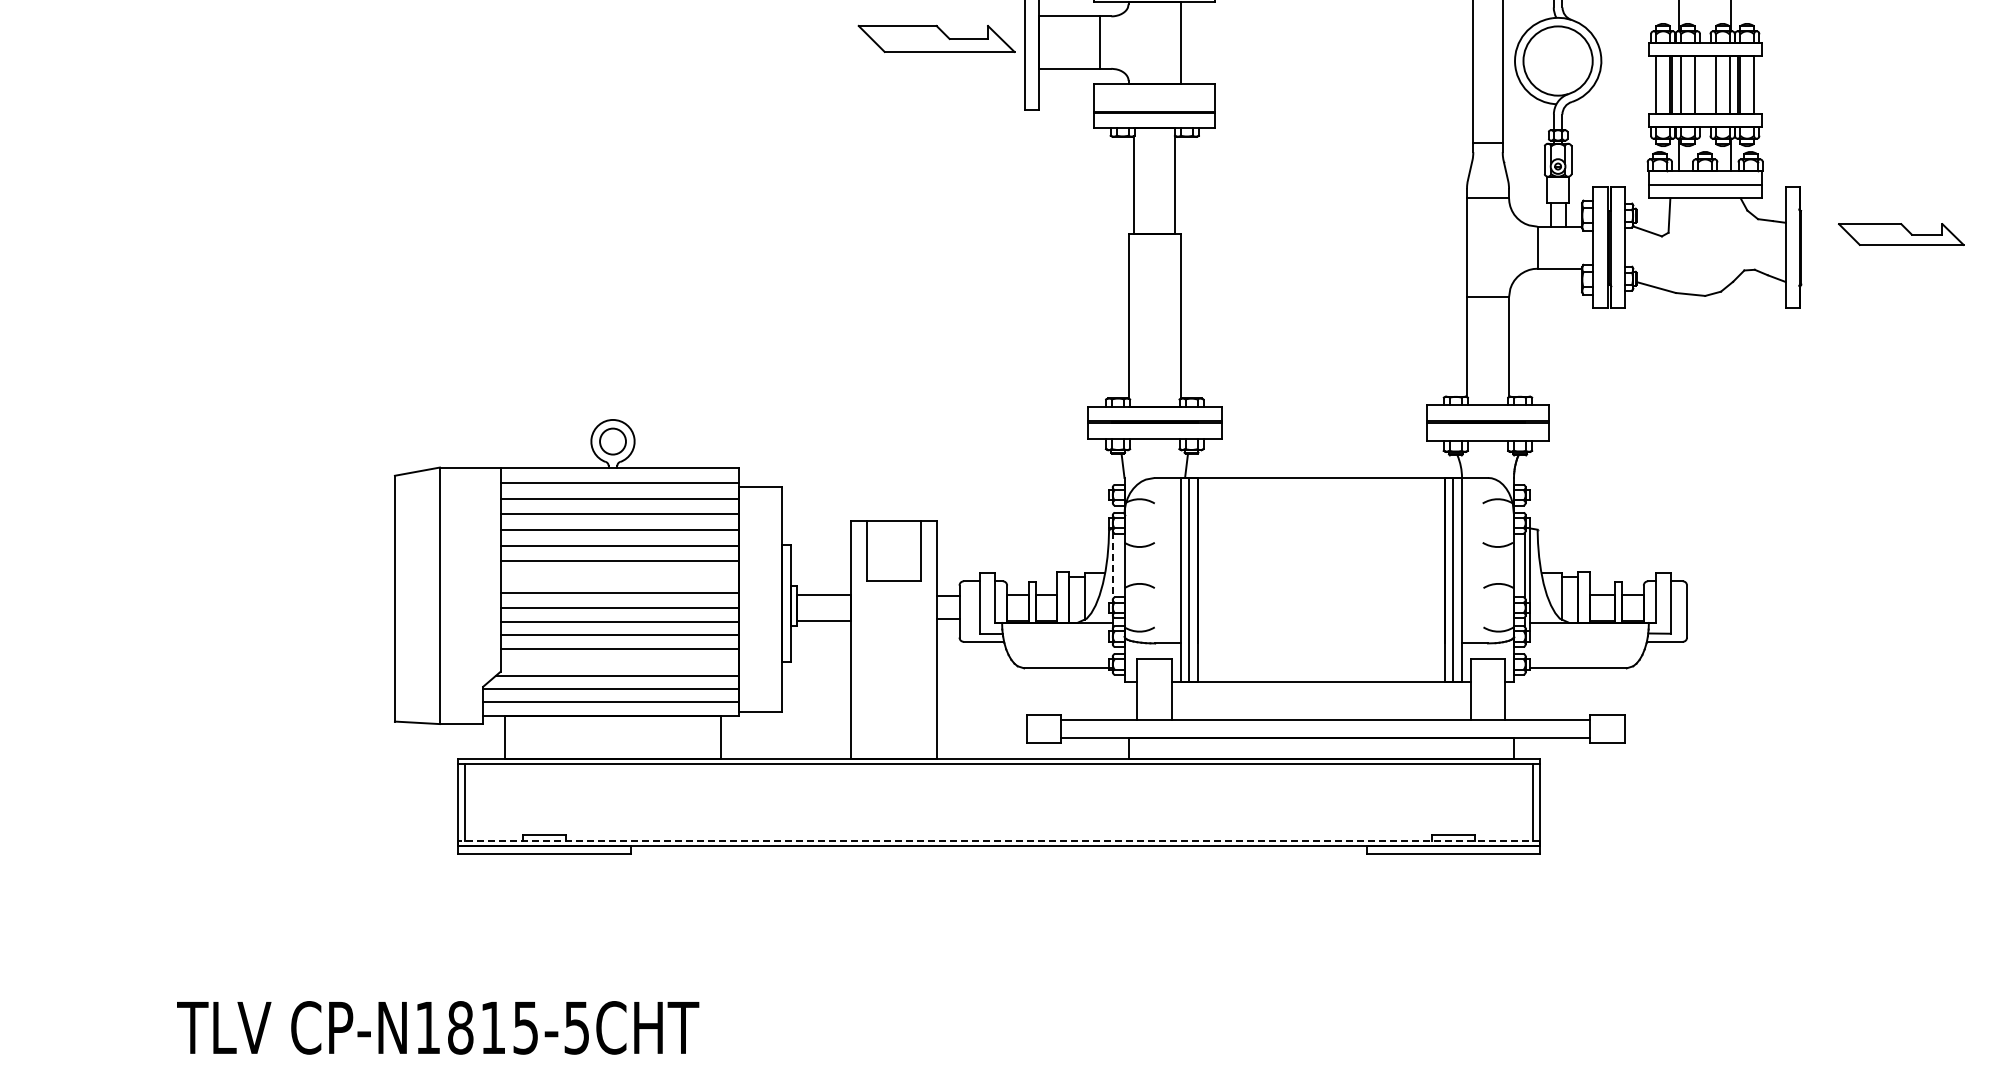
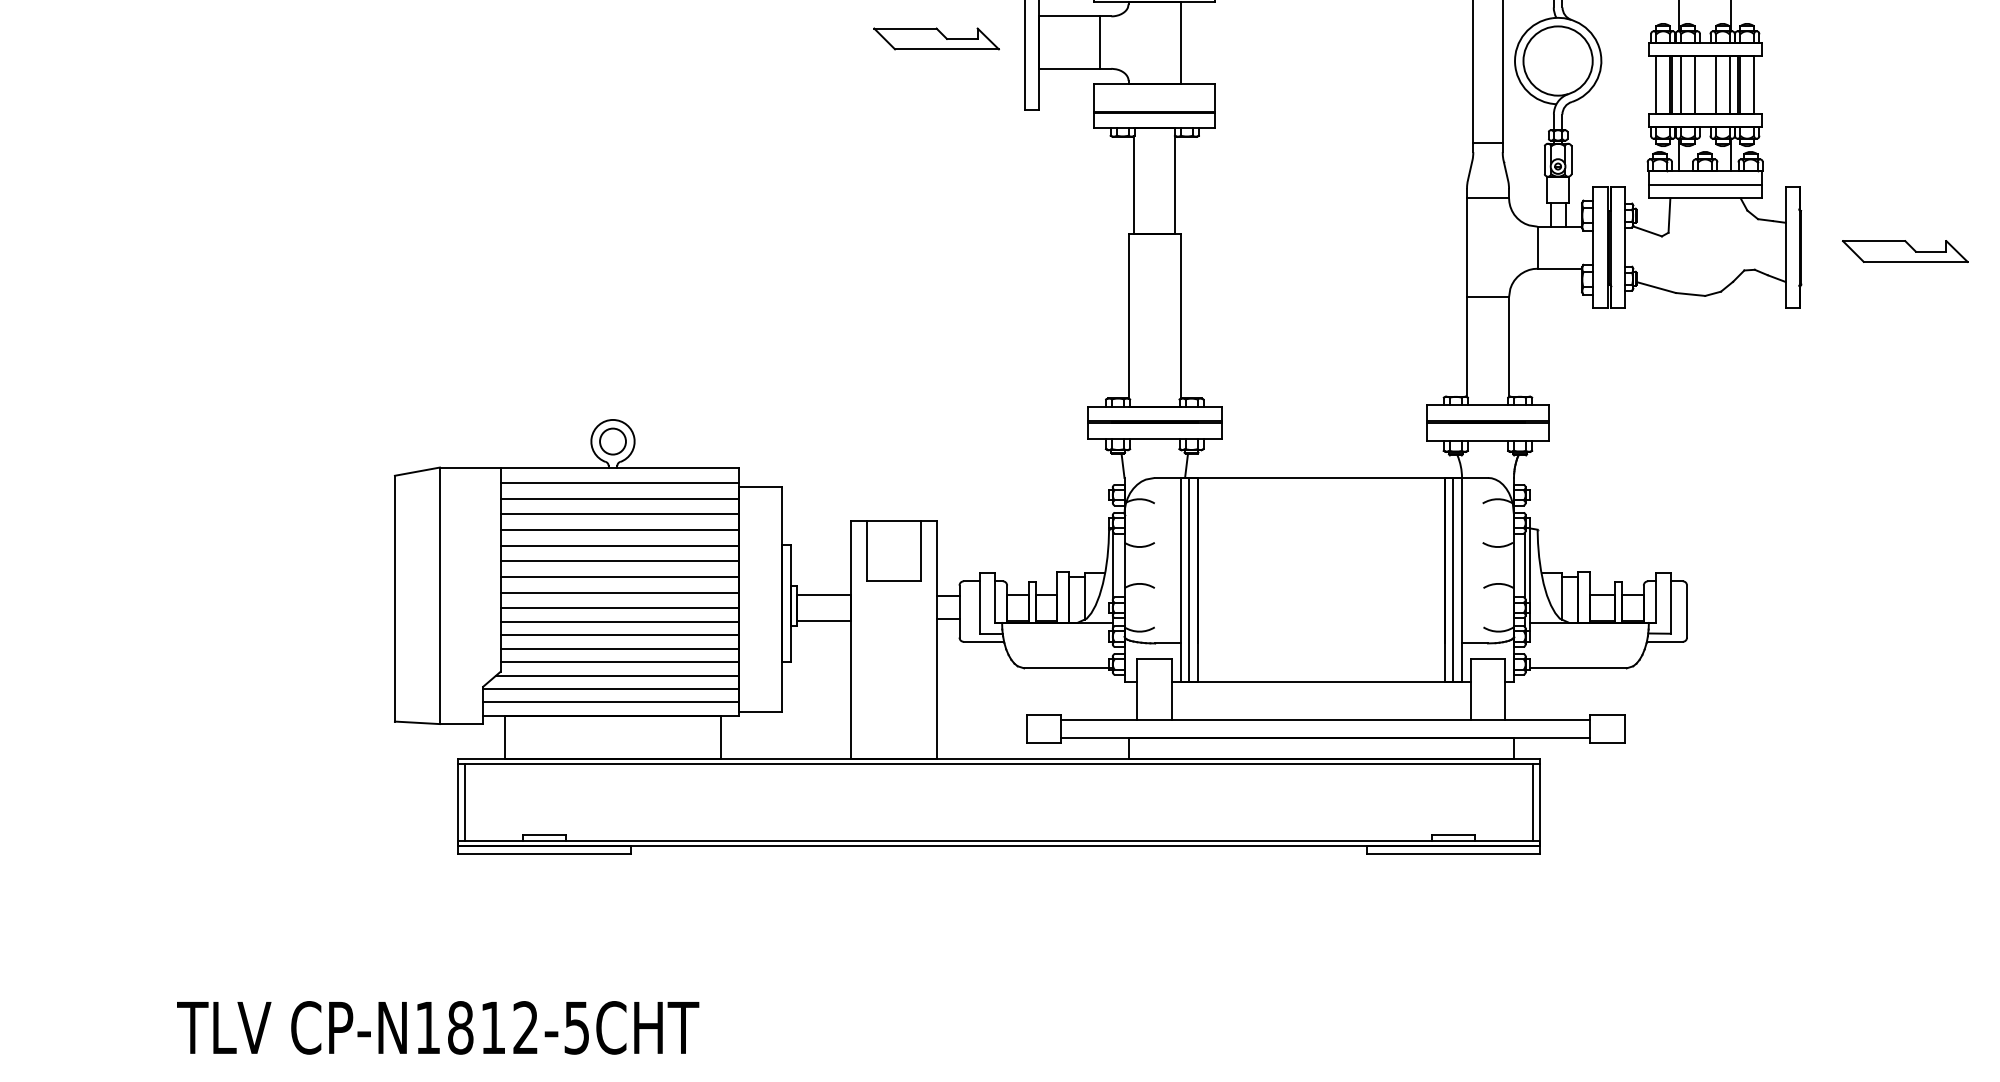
part at (936, 38) size: 159x29 px -> 127x24 px
part at (1901, 234) position: (1901, 234) -> (1905, 251)
line at (1113, 565): dashed -> solid
line at (619, 576): none -> present
line at (619, 662): none -> present
line at (999, 841): dashed -> solid
text at (525, 1027): CP-N1815-5CHT -> CP-N1812-5CHT
